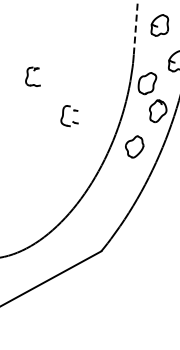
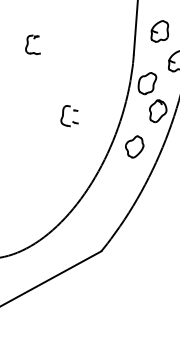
part at (159, 25) position: (159, 25) -> (159, 31)
line at (135, 27): dashed -> solid
part at (32, 76) position: (32, 76) -> (32, 44)
